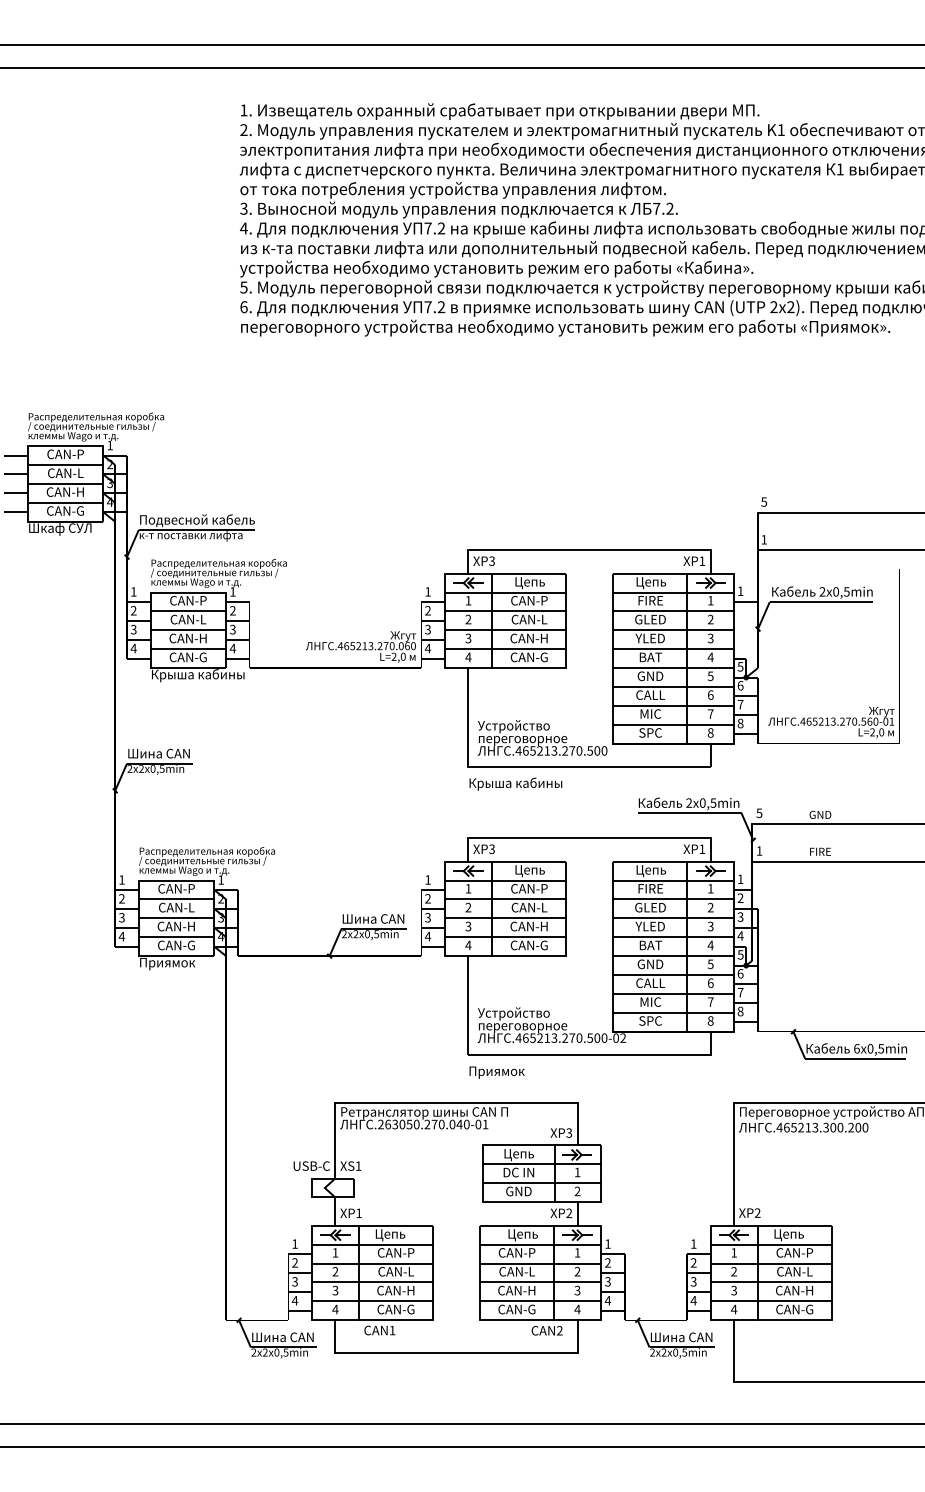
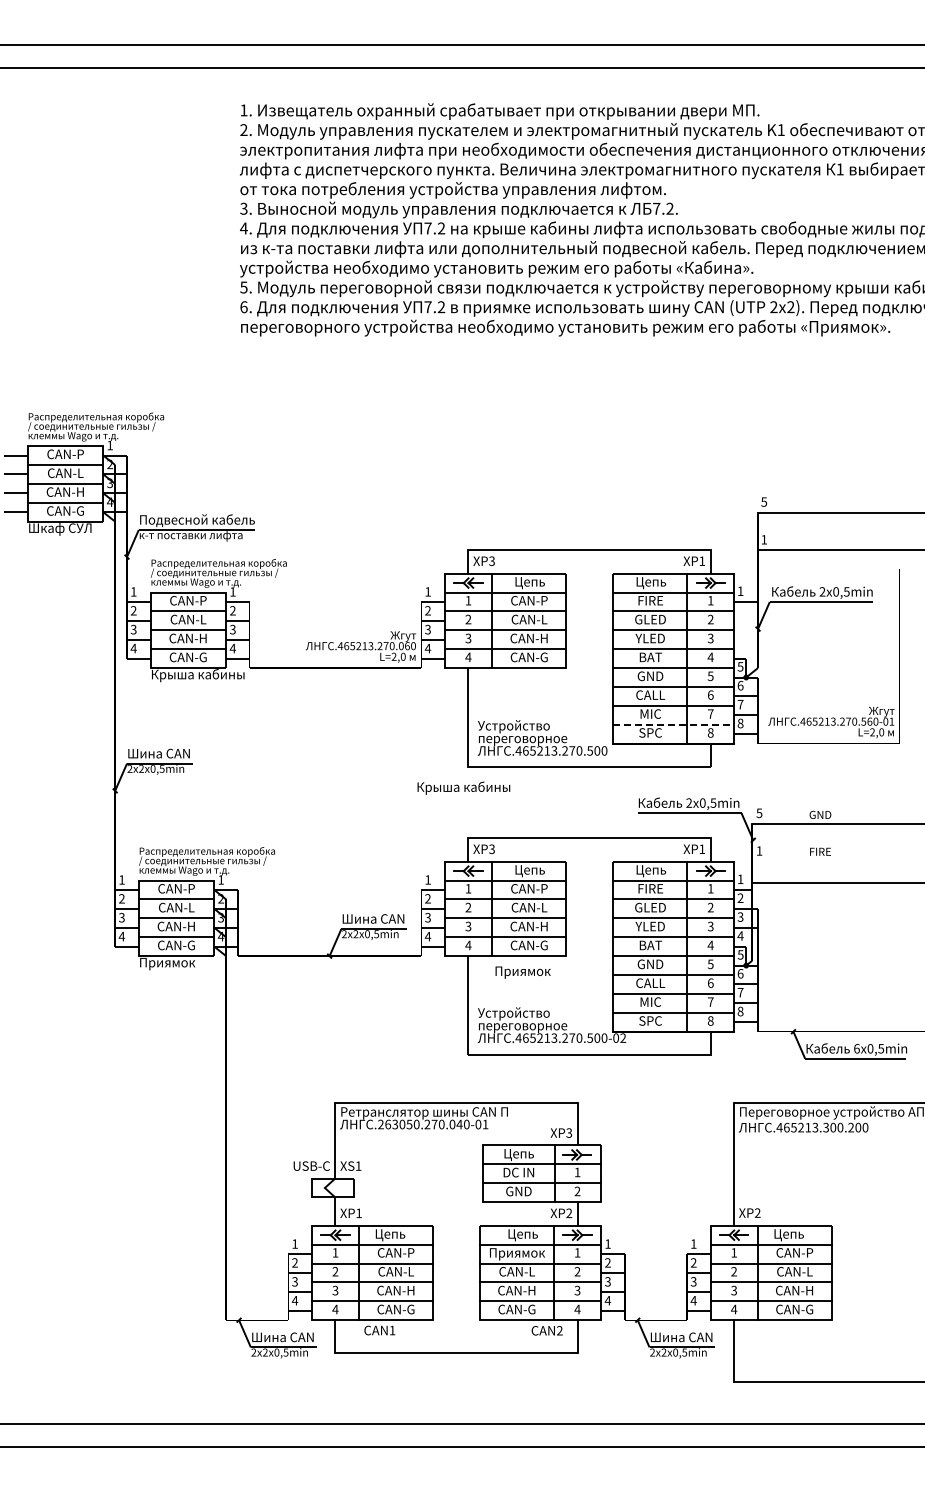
line at (673, 724): solid -> dashed
text at (515, 783) position: (515, 783) -> (463, 787)
line at (836, 861) position: (836, 861) -> (836, 882)
text at (496, 1072) position: (496, 1072) -> (522, 972)
text at (517, 1254): CAN-P -> Приямок
